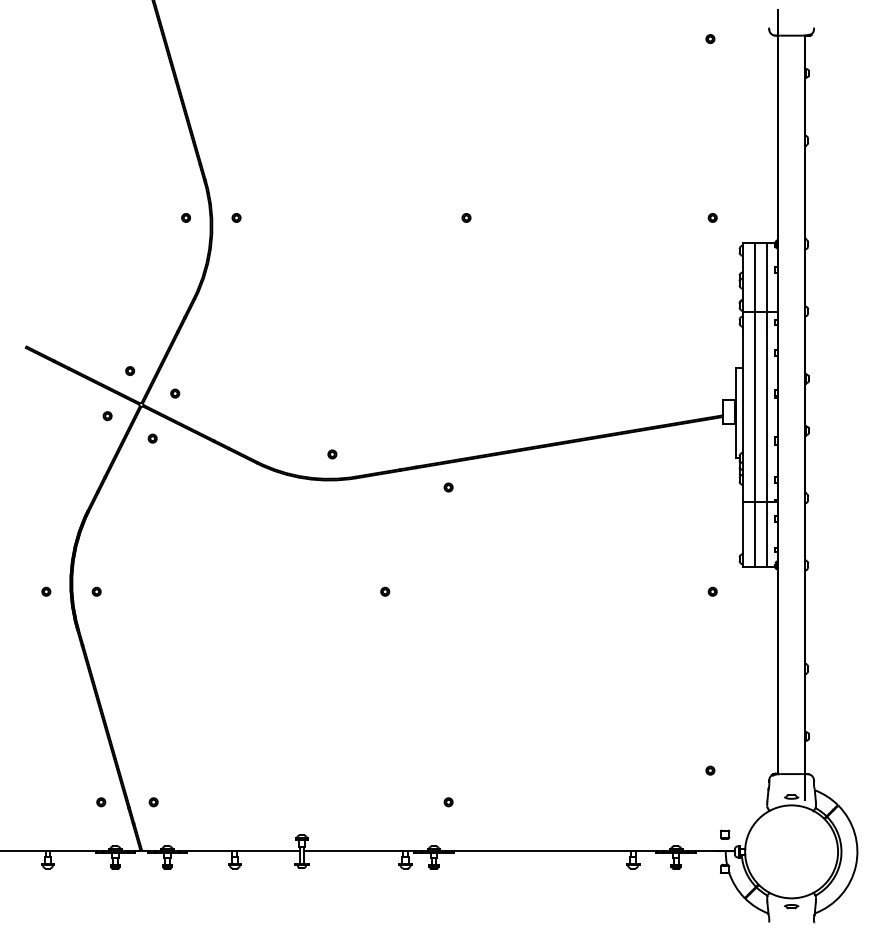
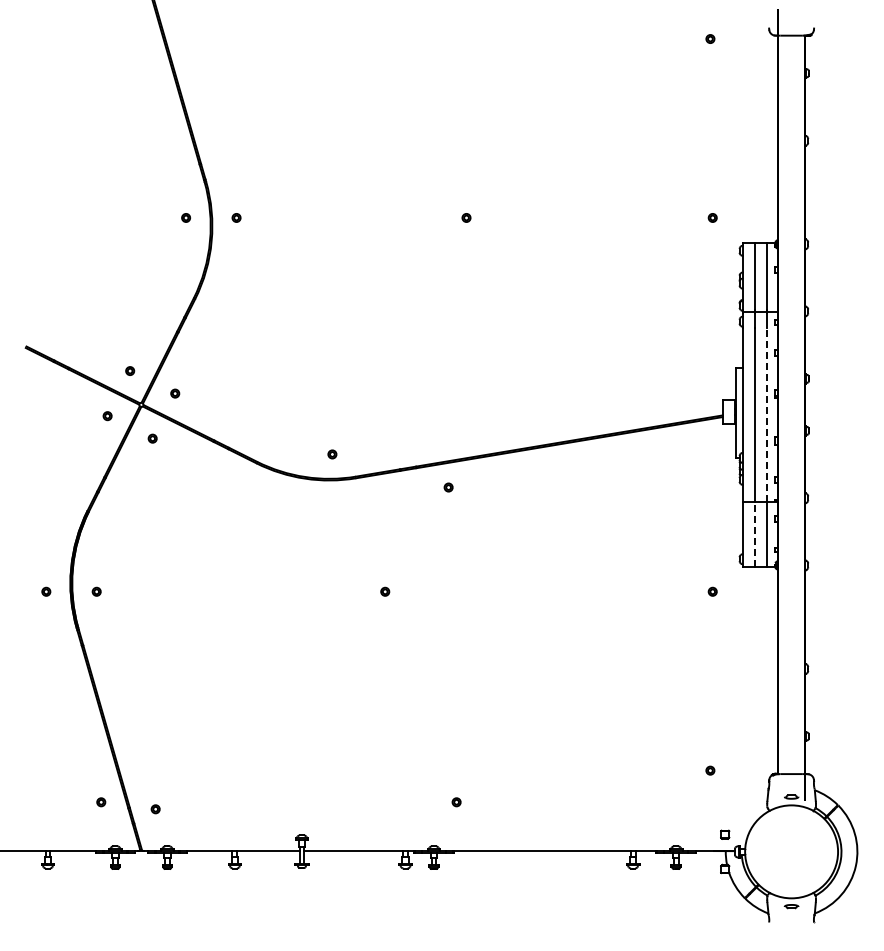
line at (767, 414): solid -> dashed
line at (755, 534): solid -> dashed
part at (153, 802) position: (153, 802) -> (155, 809)
part at (448, 802) position: (448, 802) -> (456, 802)
